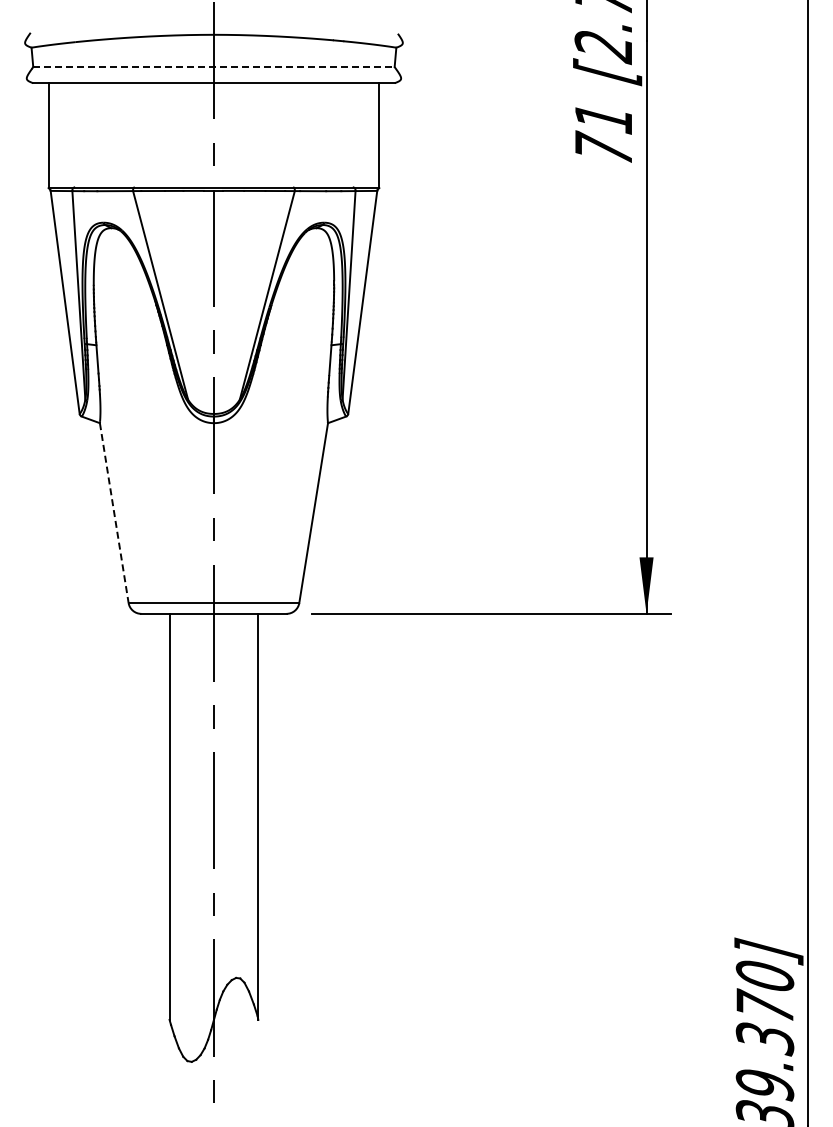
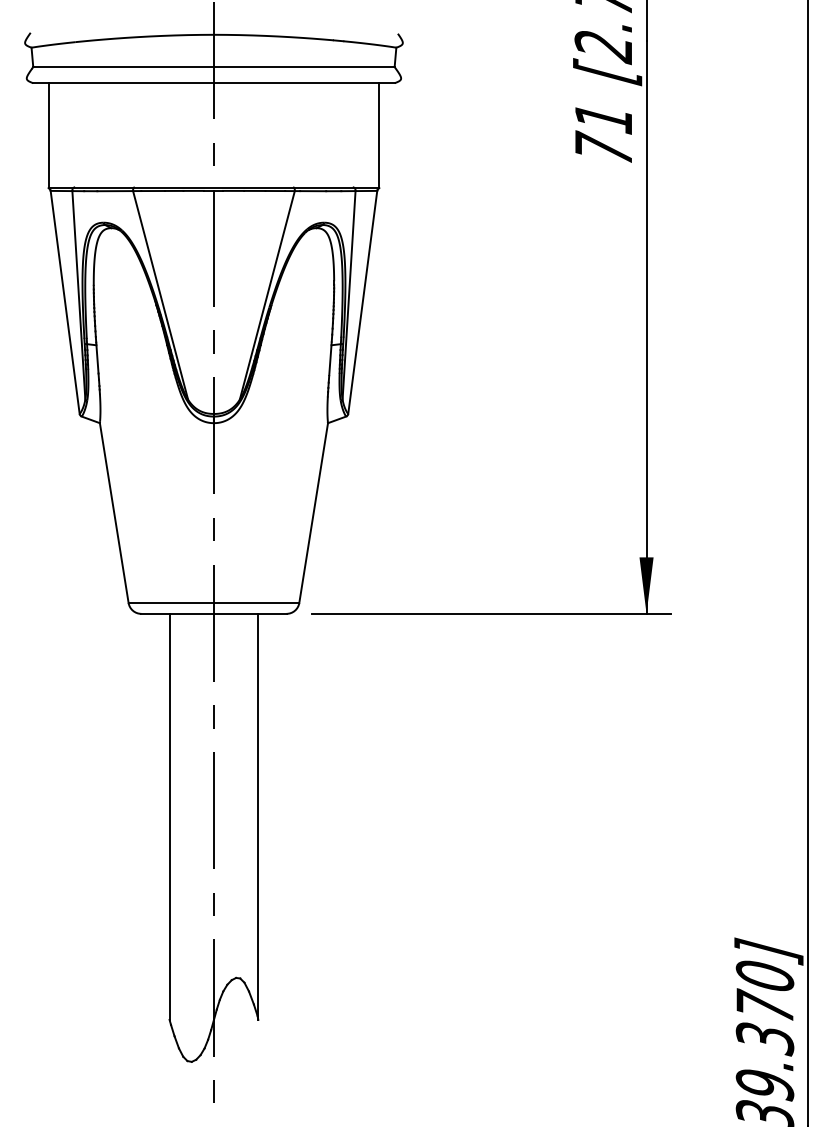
line at (213, 67): dashed -> solid
line at (114, 513): dashed -> solid
